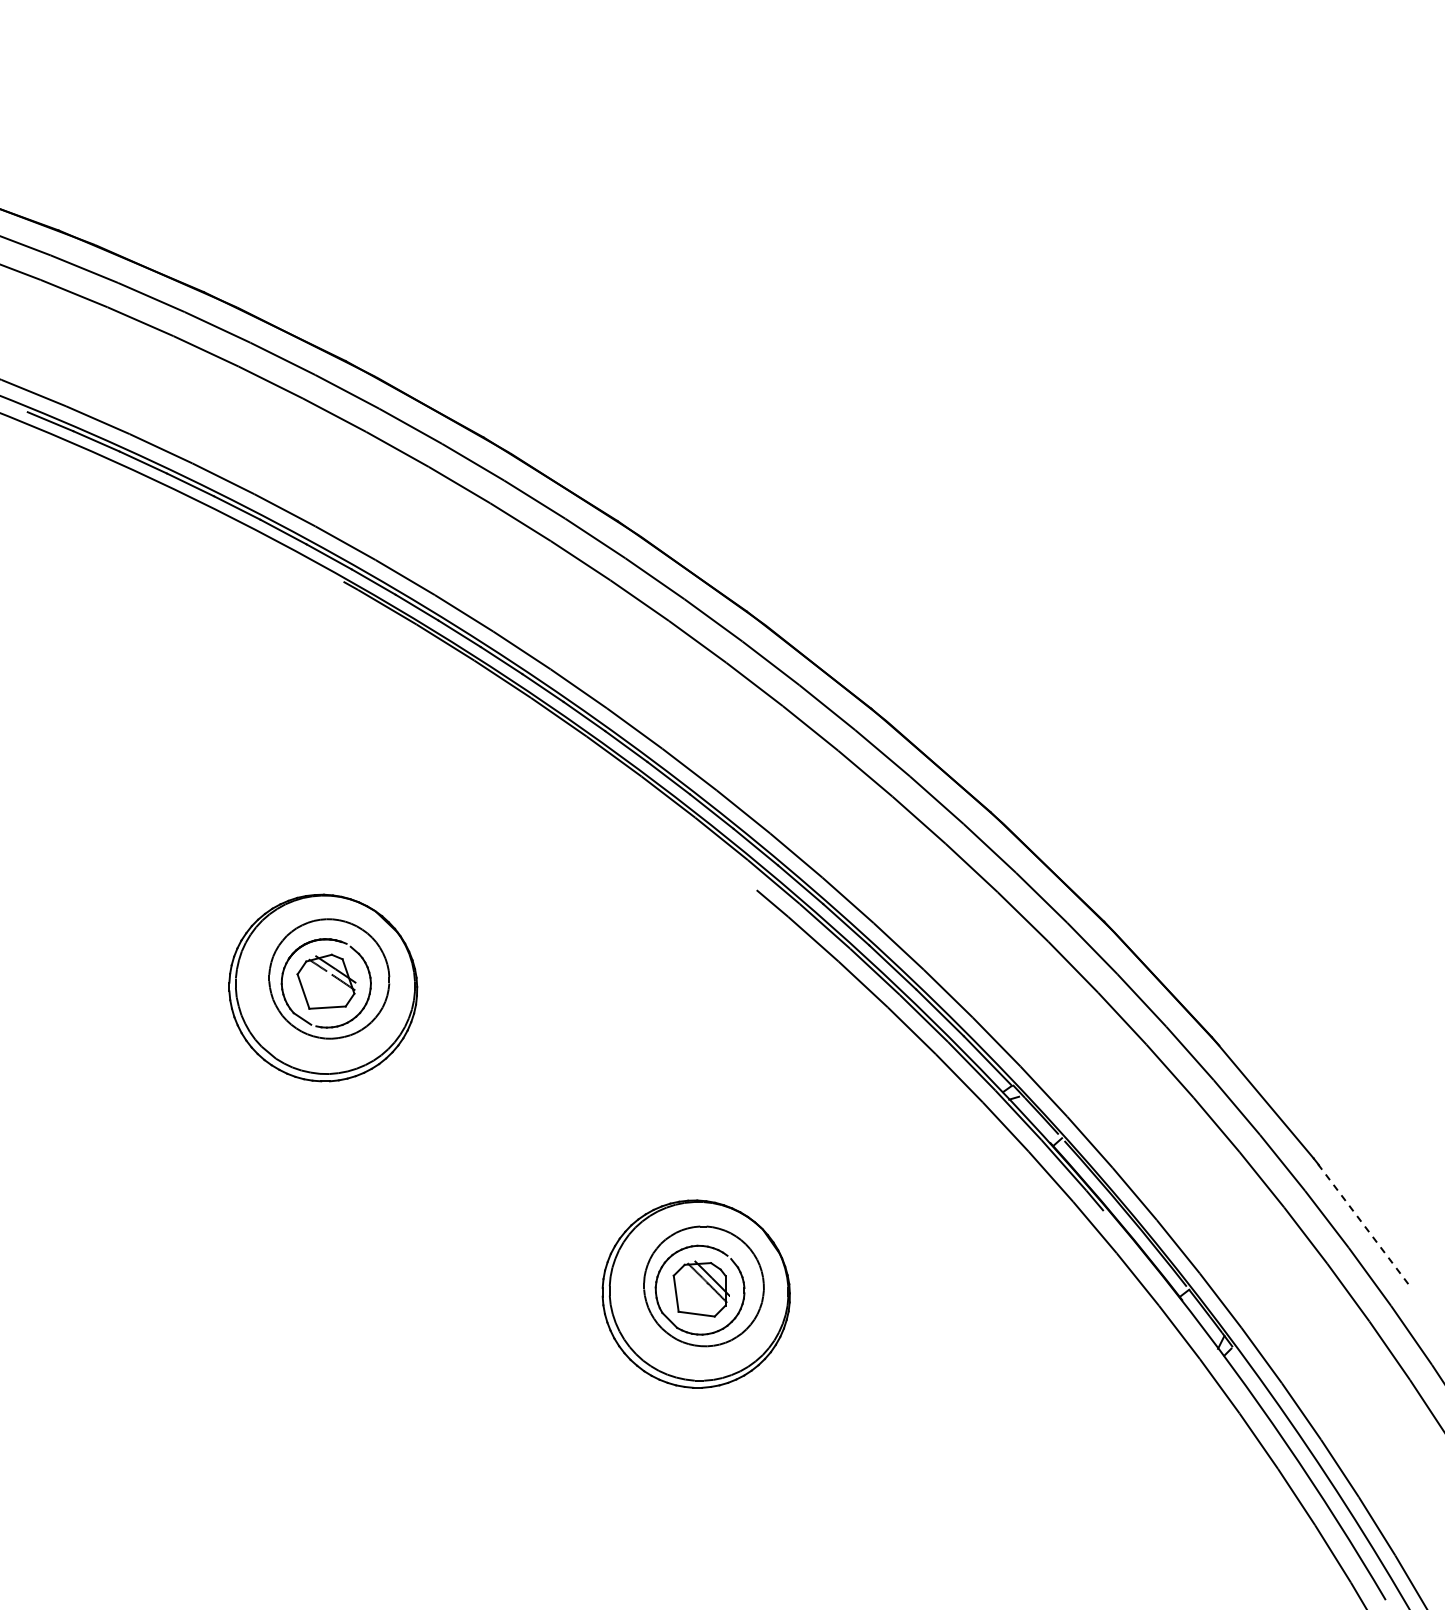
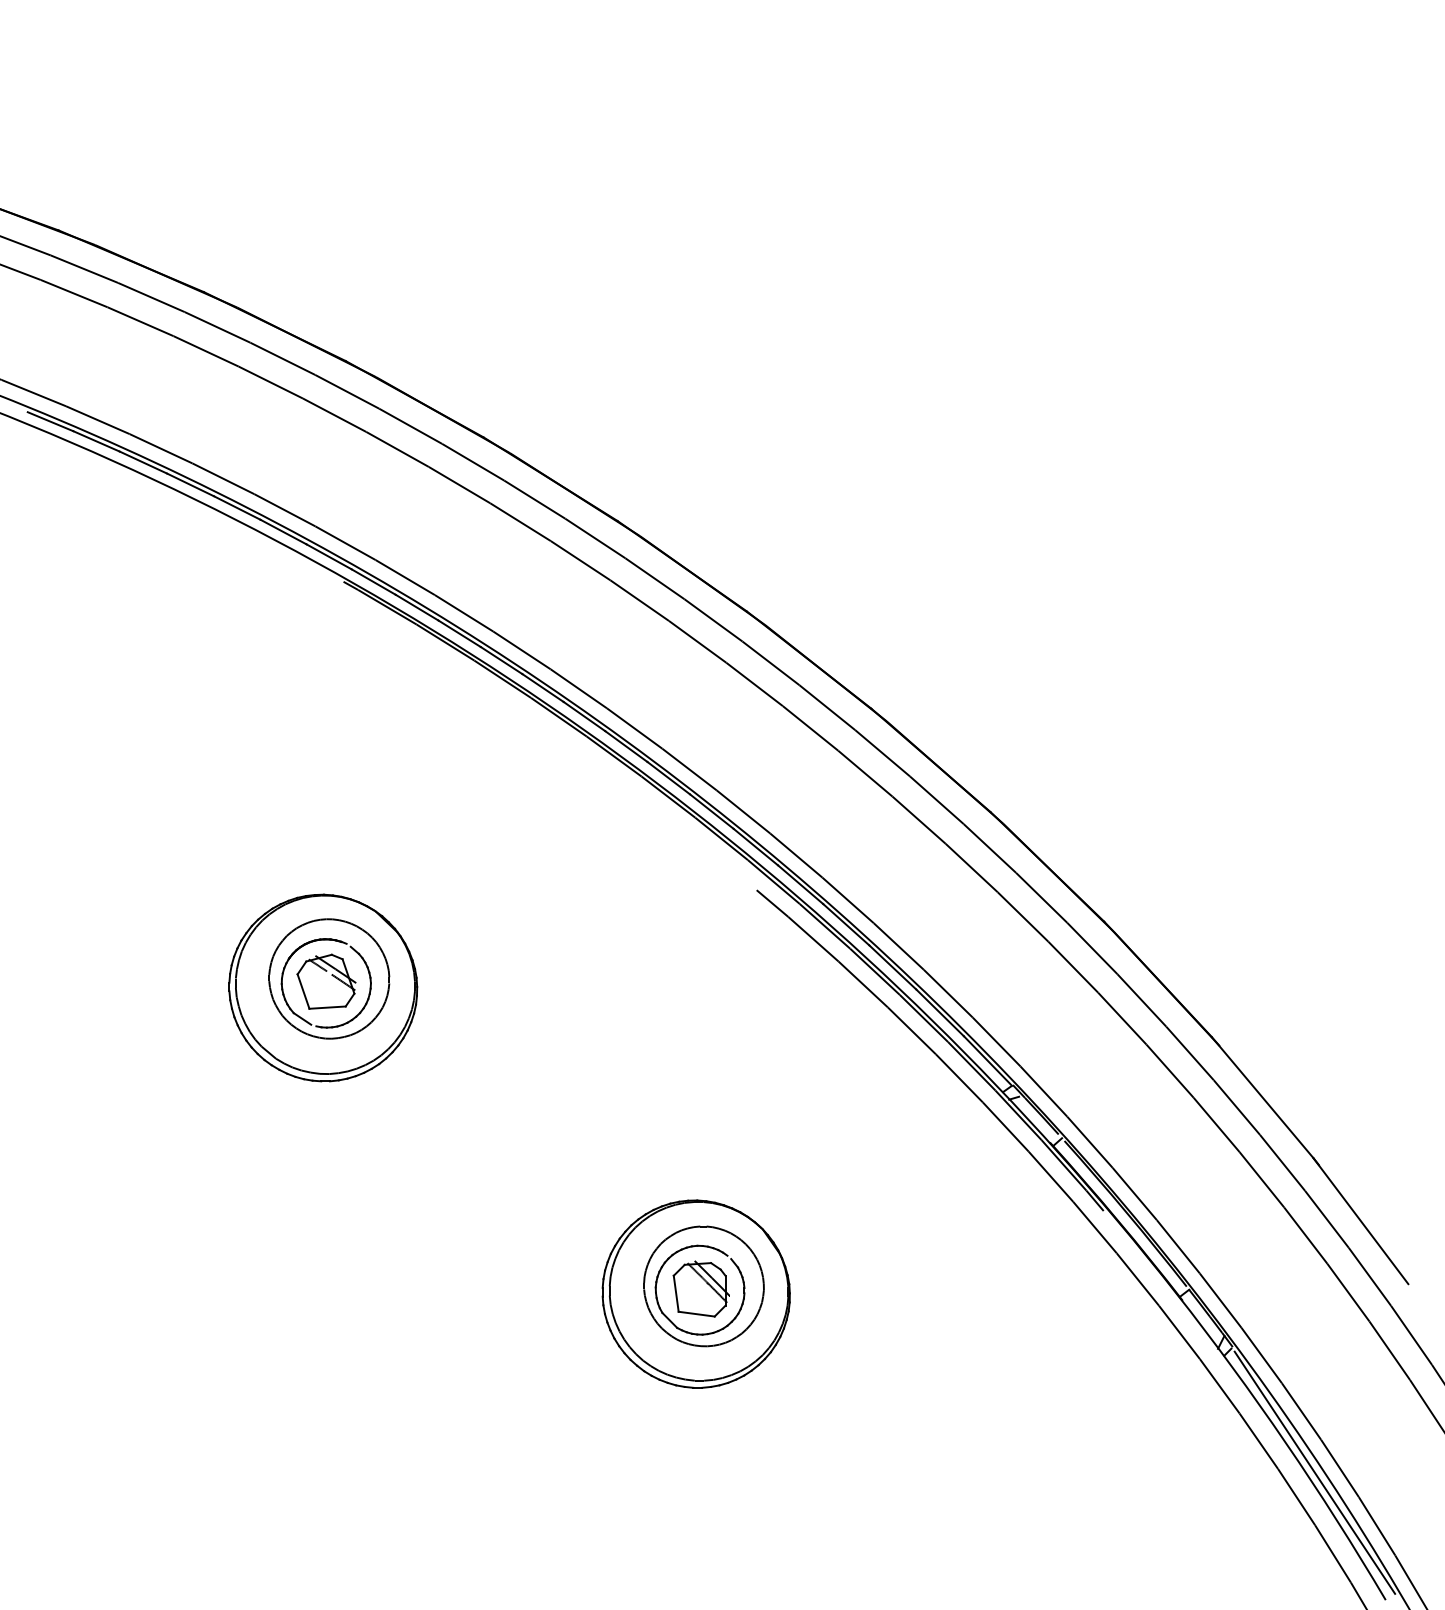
line at (1360, 1221): dashed -> solid
line at (1314, 1472): none -> present
